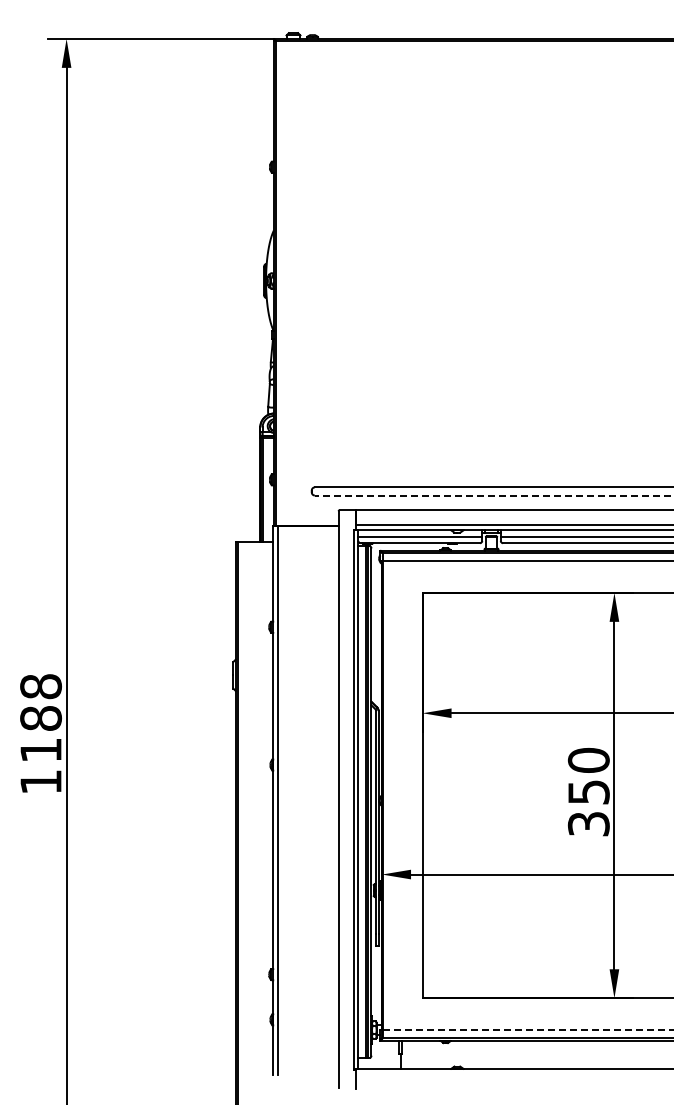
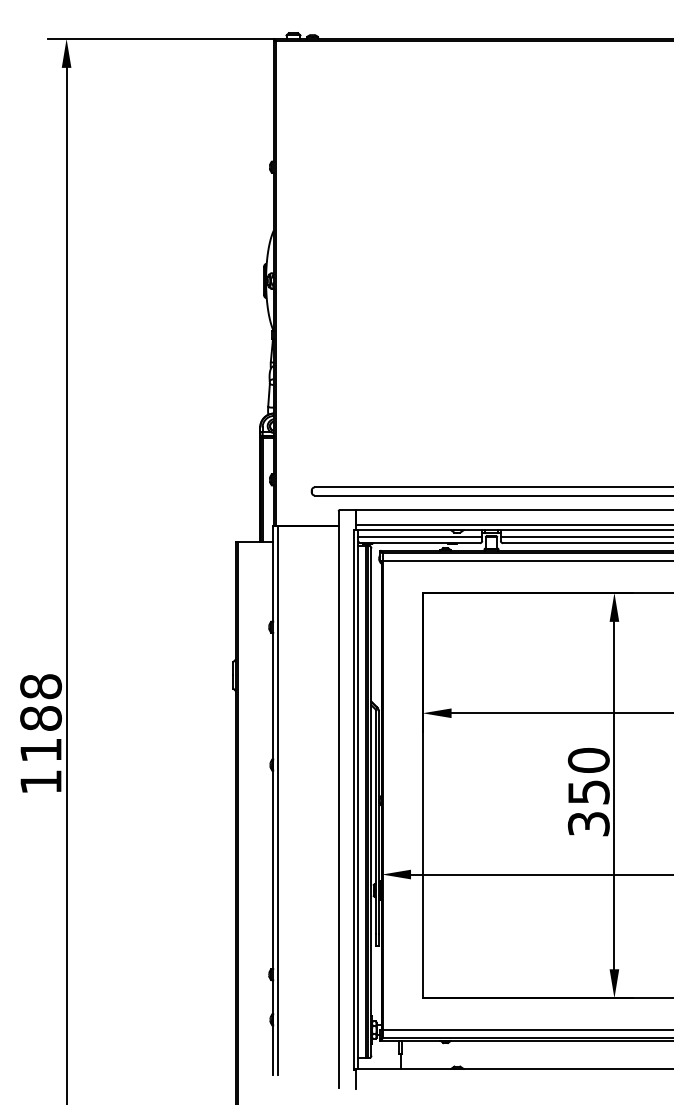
line at (493, 495): dashed -> solid
line at (528, 1030): dashed -> solid
